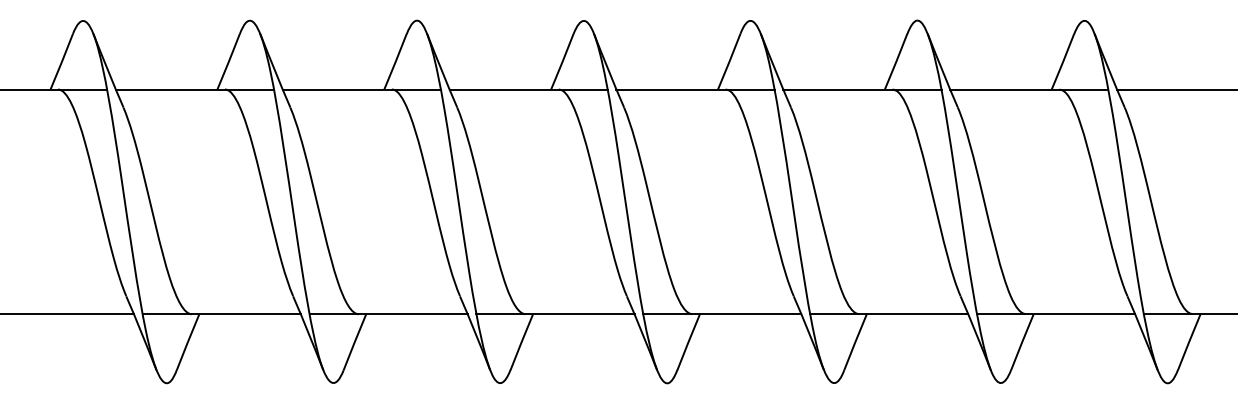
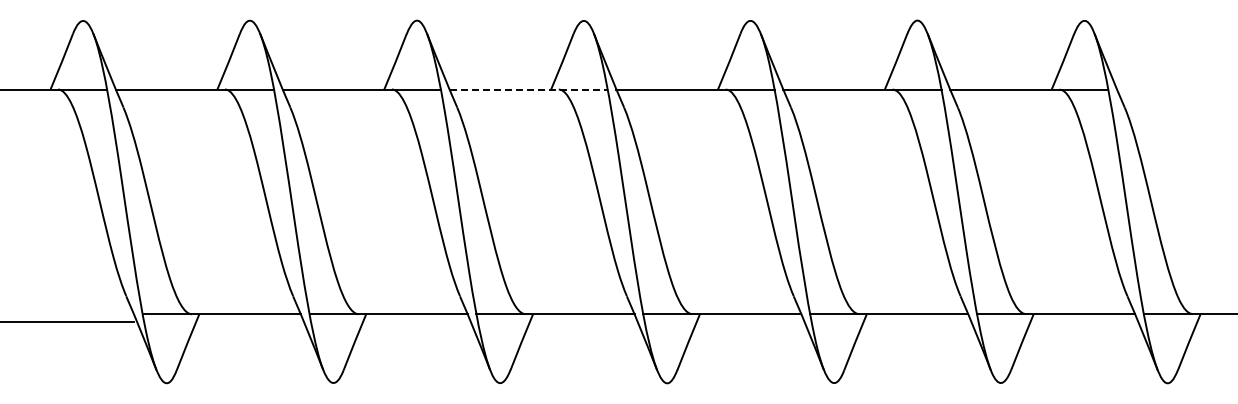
line at (529, 89): solid -> dashed
line at (1175, 89): present -> none
line at (68, 314) position: (68, 314) -> (68, 322)
